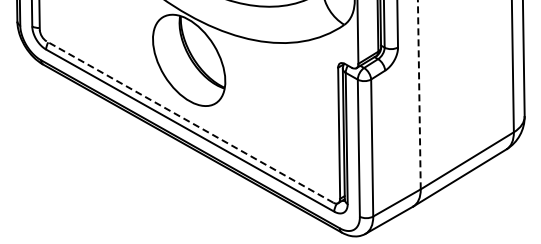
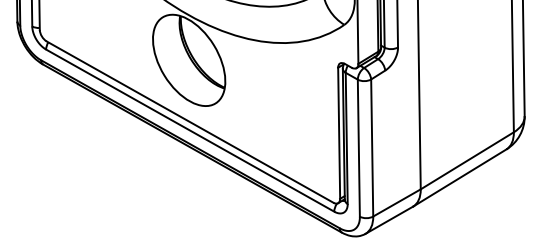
line at (419, 94): dashed -> solid
line at (189, 121): dashed -> solid
